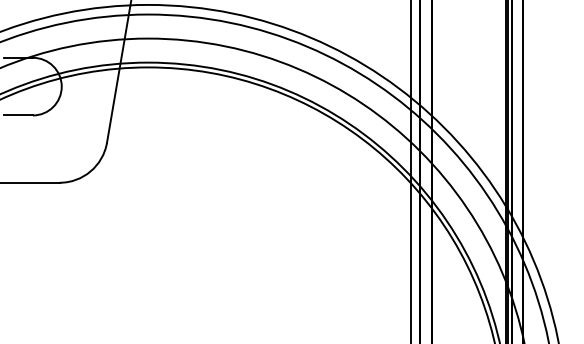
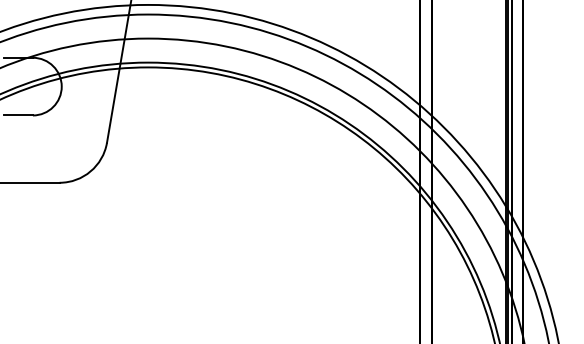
line at (410, 171): present -> none
